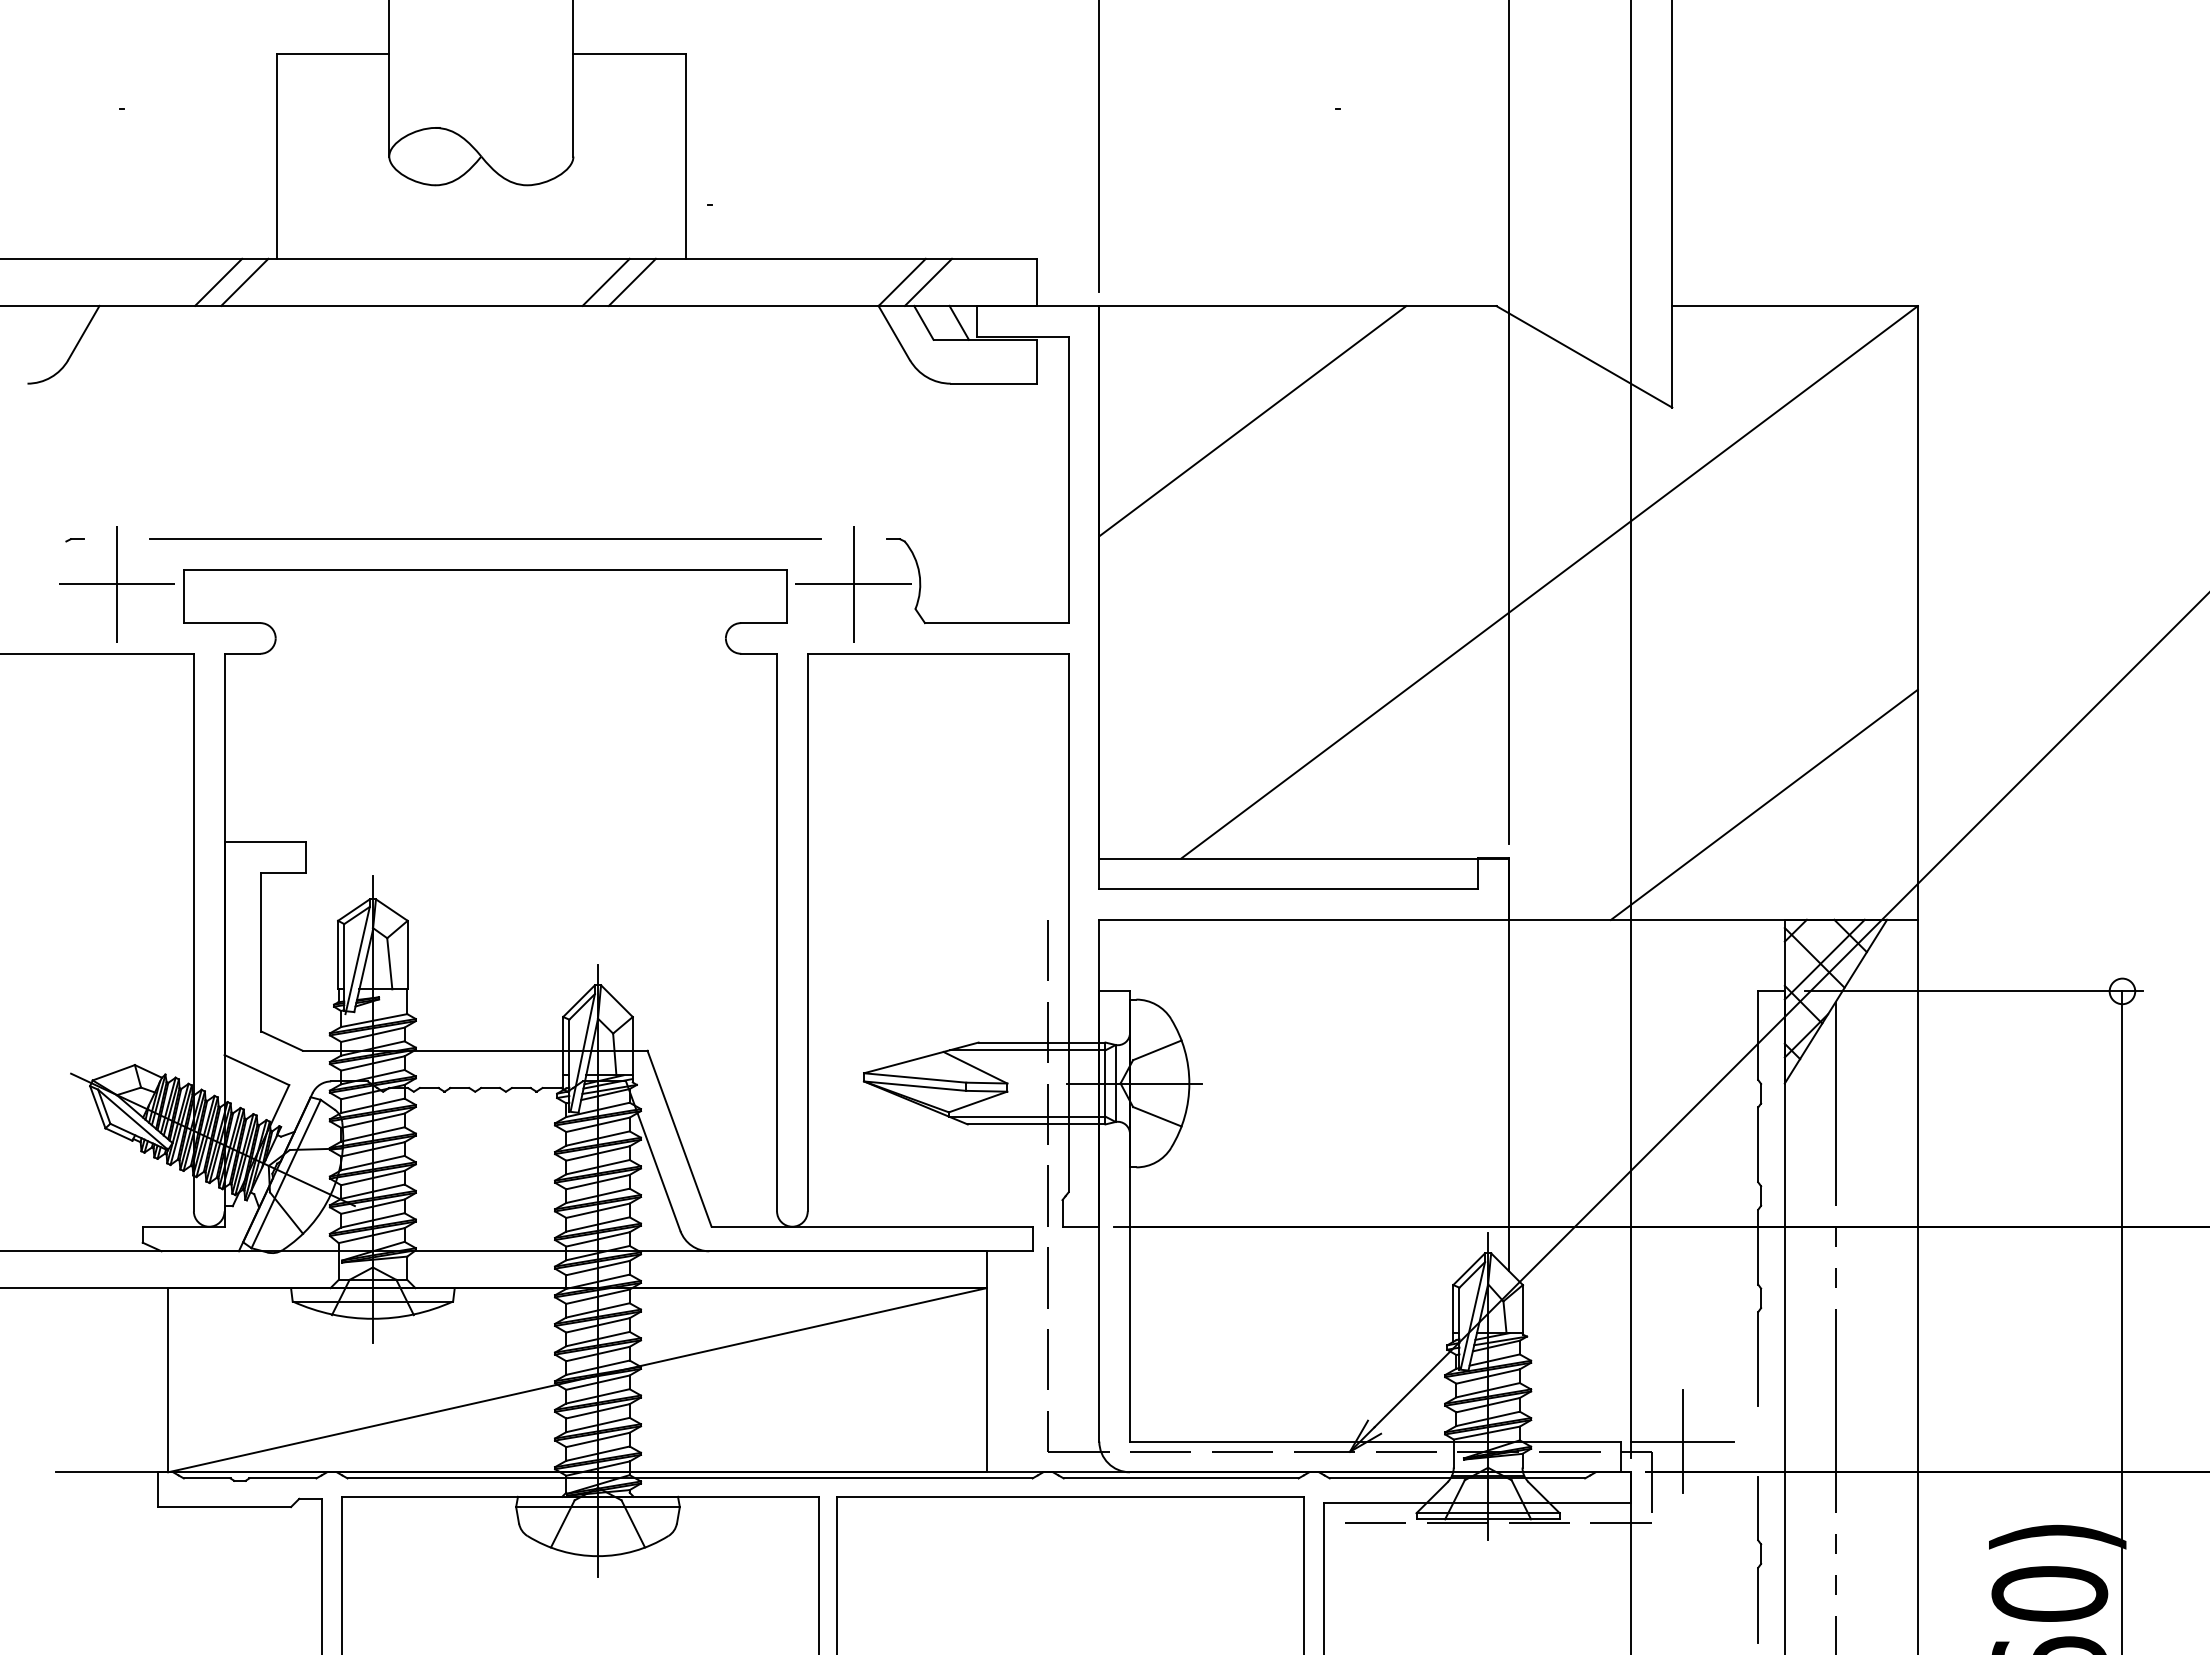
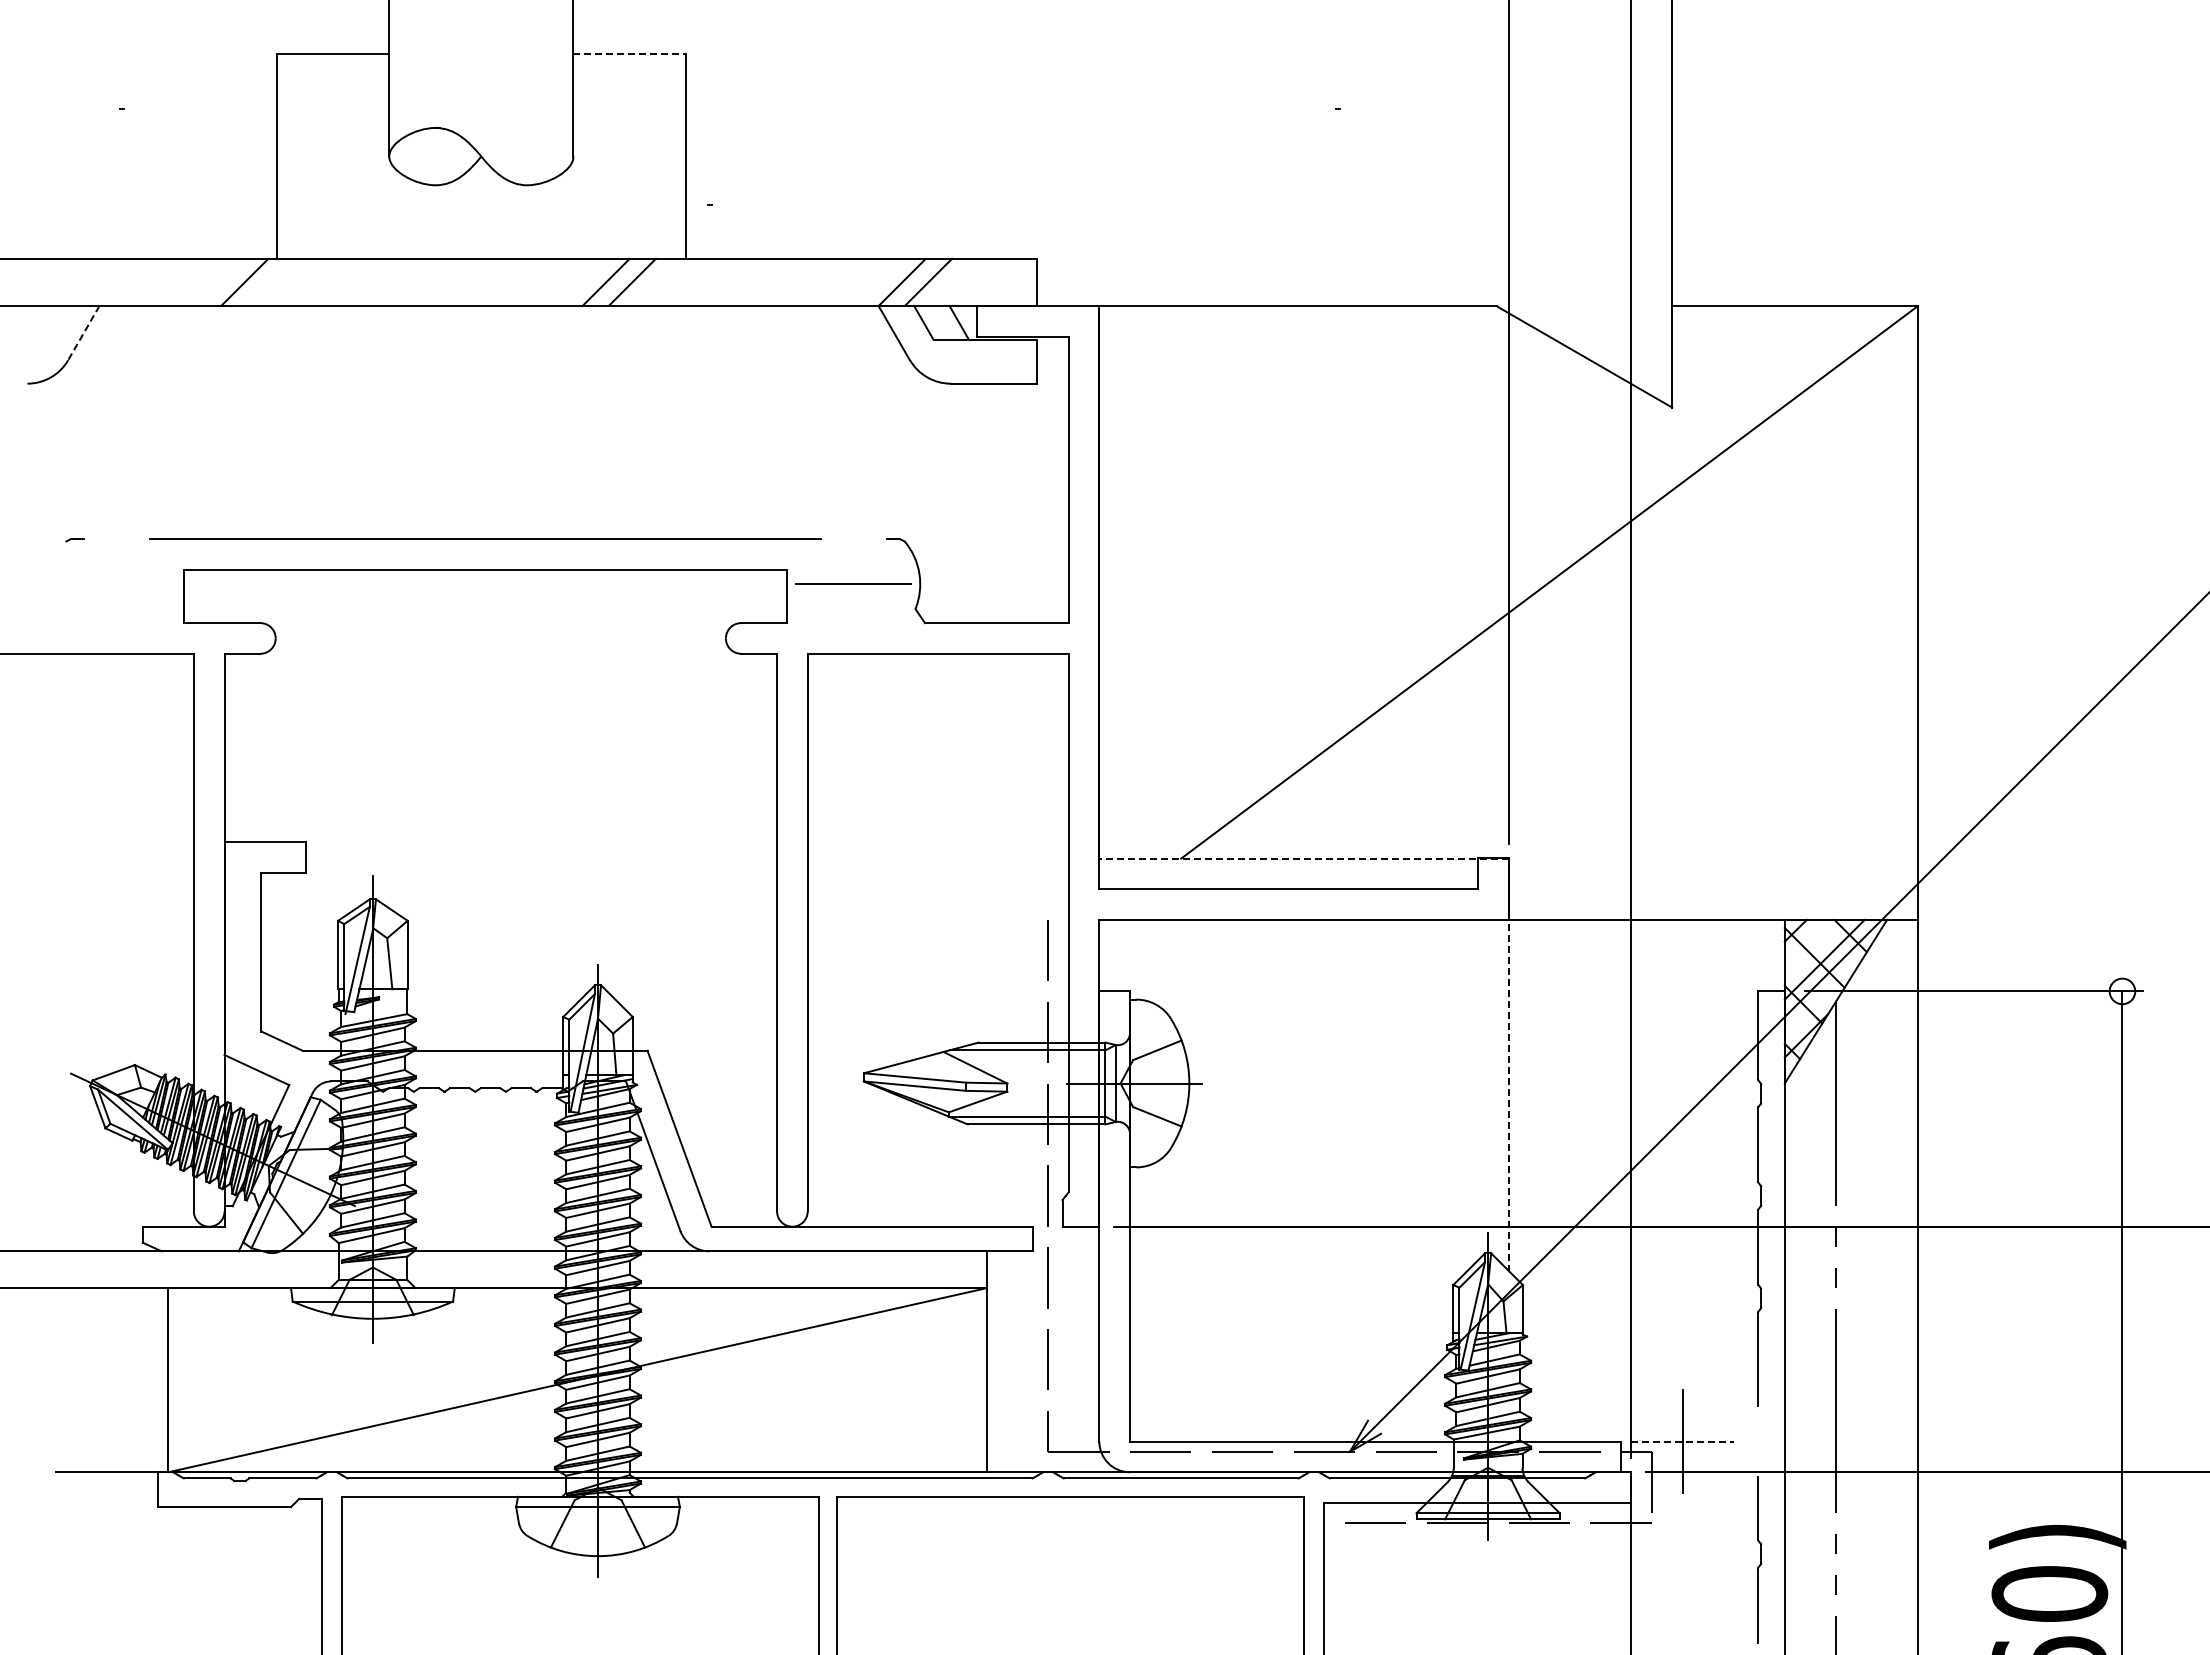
line at (630, 54): solid -> dashed
line at (1099, 146): present -> none
line at (218, 281): present -> none
line at (83, 333): solid -> dashed
line at (1252, 421): present -> none
line at (853, 583): present -> none
part at (116, 584): present -> none
line at (1763, 804): present -> none
line at (1303, 858): solid -> dashed
line at (1508, 1086): solid -> dashed
line at (1683, 1441): solid -> dashed
